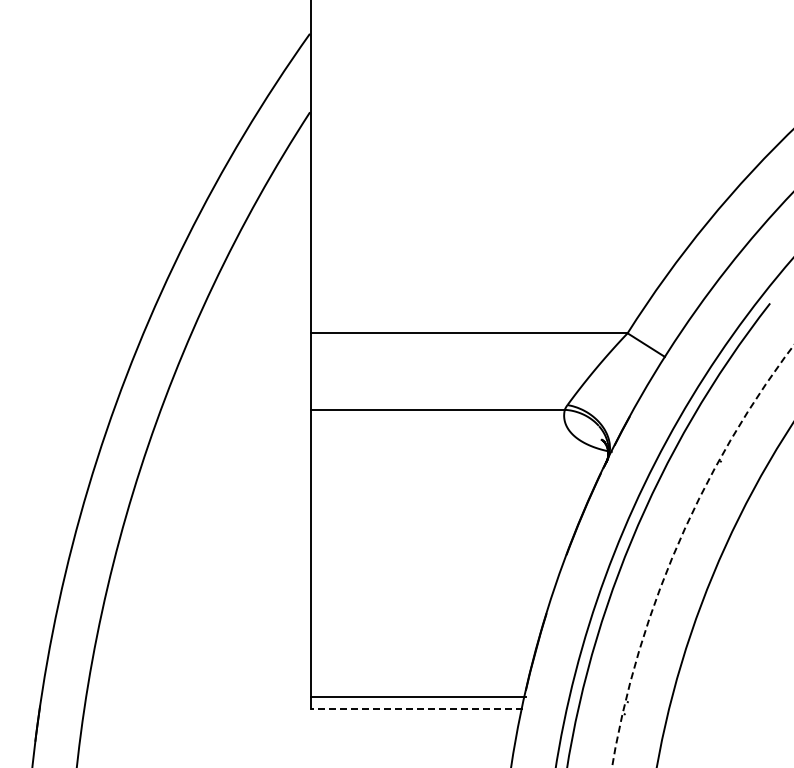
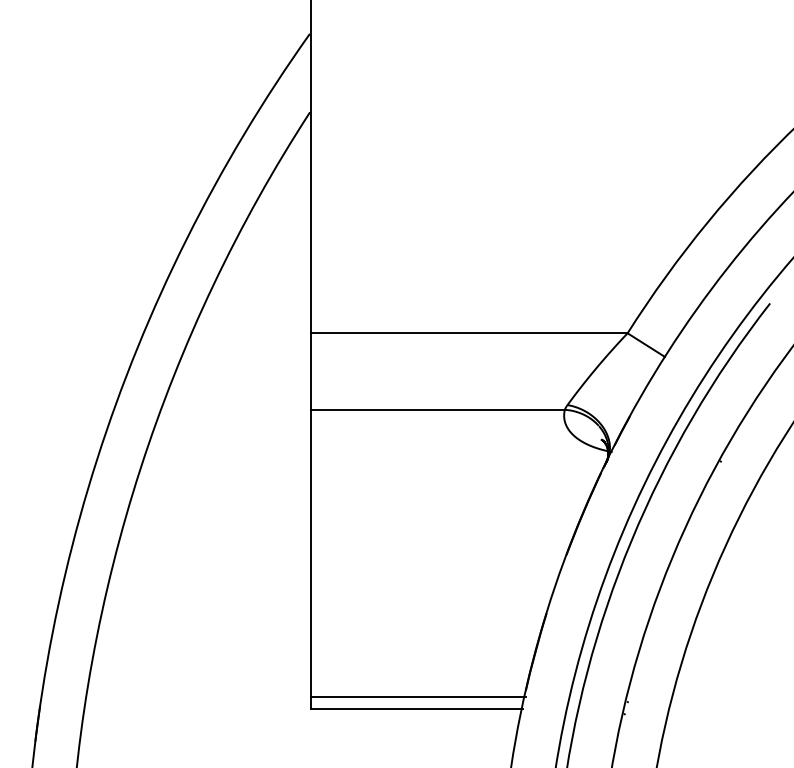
arc at (677, 545): dashed -> solid
line at (416, 708): dashed -> solid
